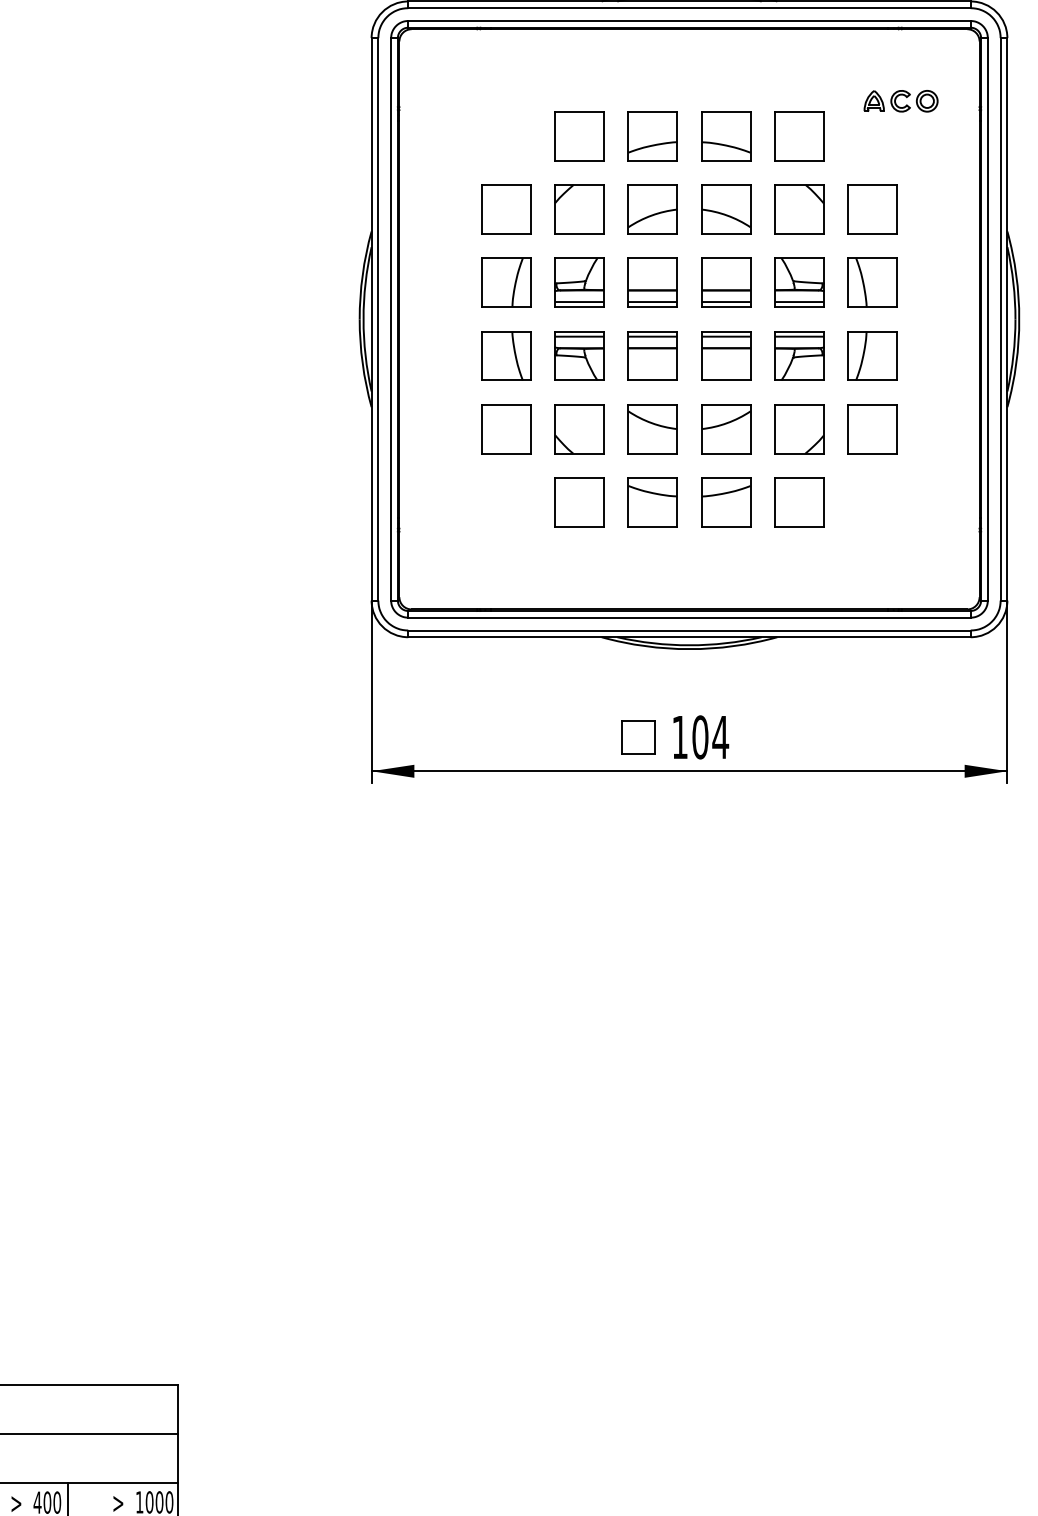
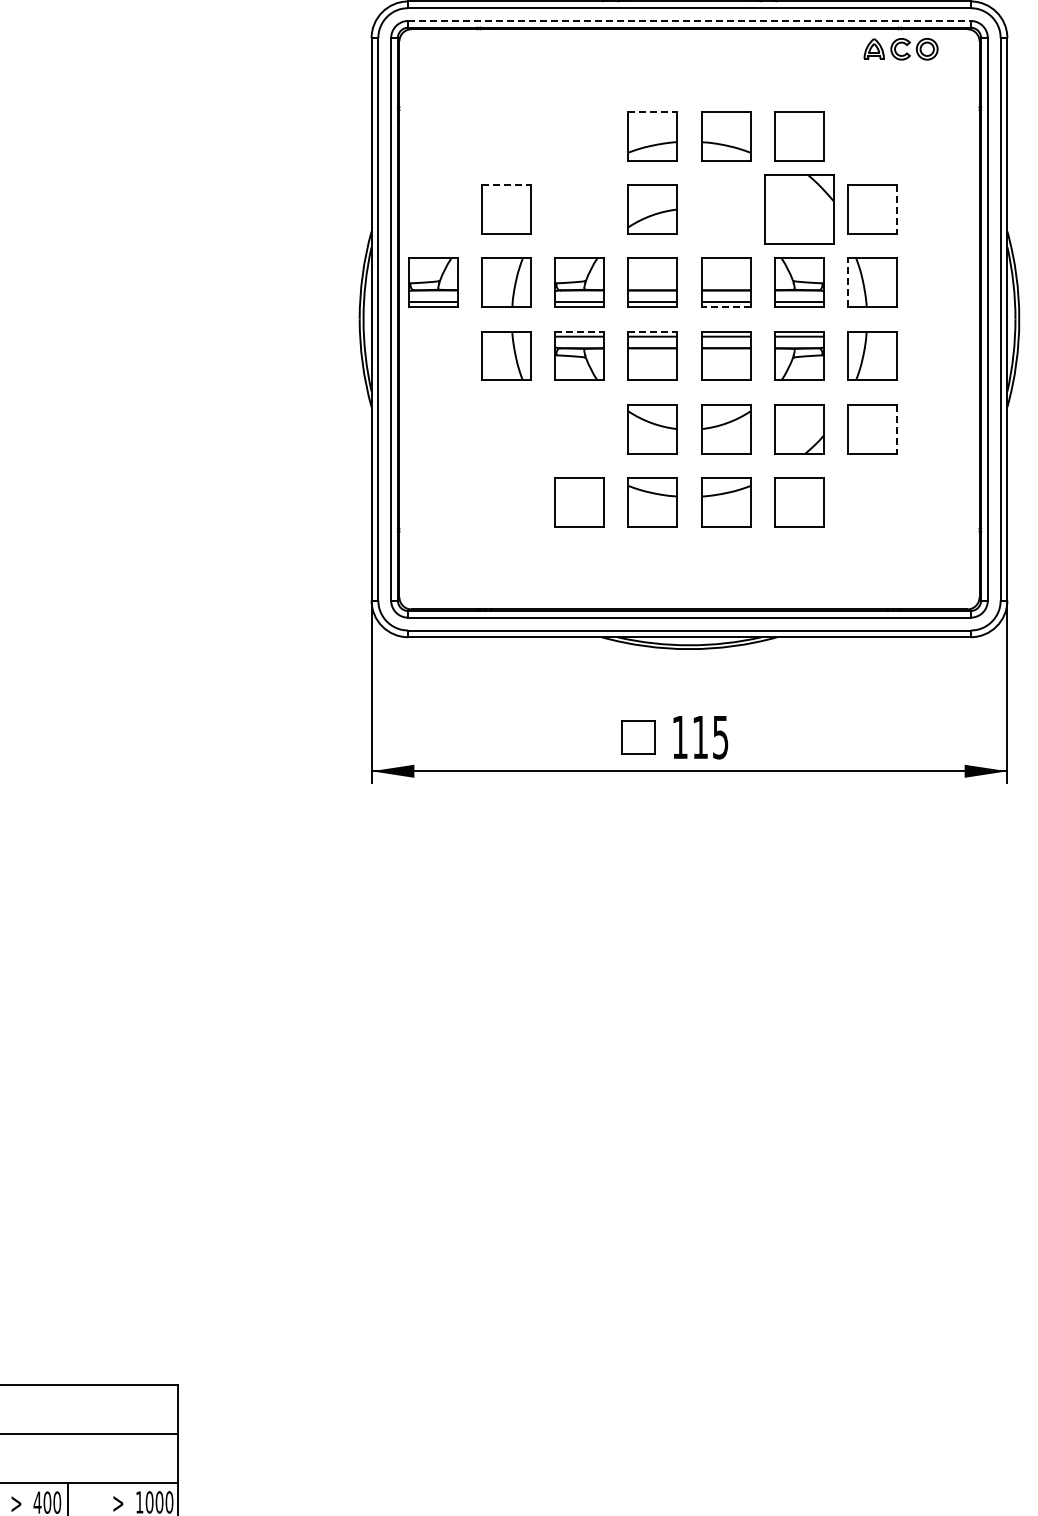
line at (690, 21): solid -> dashed
part at (900, 101) position: (900, 101) -> (900, 49)
line at (653, 111): solid -> dashed
part at (579, 136): present -> none
line at (506, 184): solid -> dashed
part at (579, 209): present -> none
part at (726, 209): present -> none
part at (799, 209) size: 51x51 px -> 71x71 px
line at (897, 209): solid -> dashed
part at (433, 282): none -> present
line at (848, 282): solid -> dashed
line at (725, 307): solid -> dashed
line at (580, 331): solid -> dashed
line at (653, 331): solid -> dashed
part at (506, 429): present -> none
part at (579, 429): present -> none
line at (897, 429): solid -> dashed
text at (710, 737): 104 -> 115
